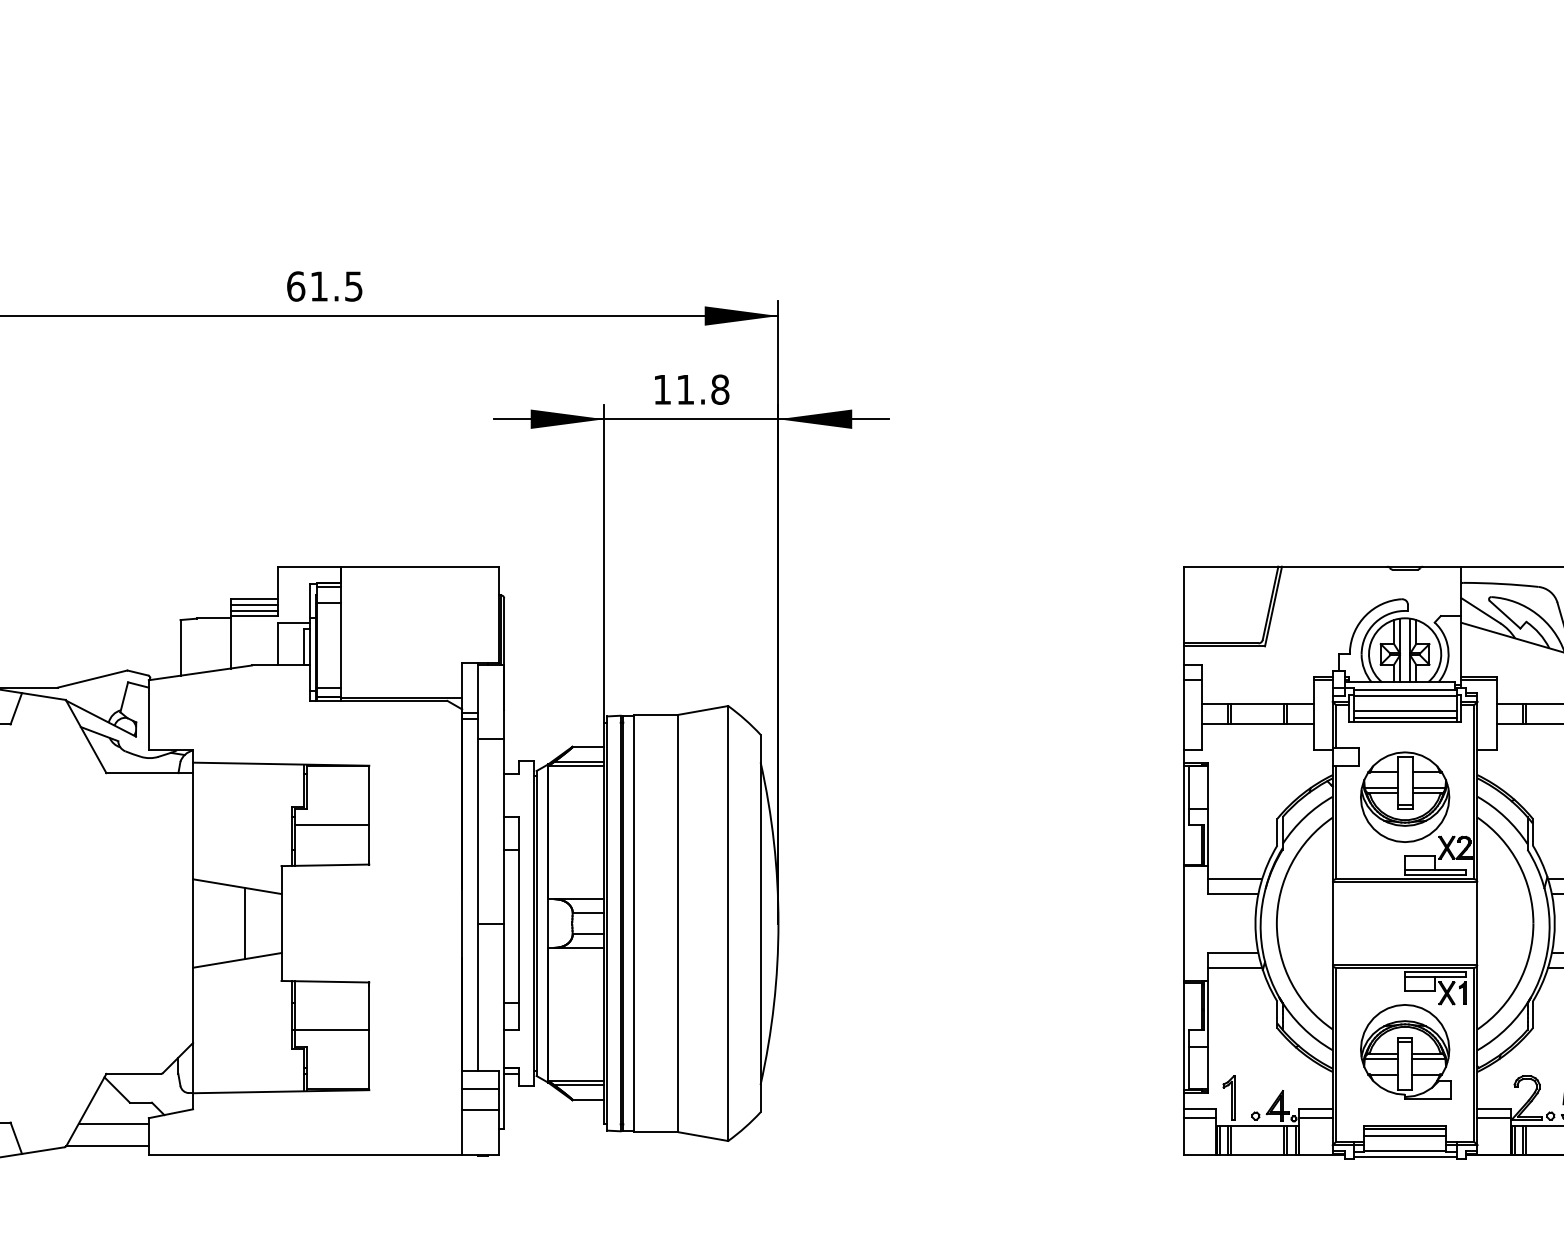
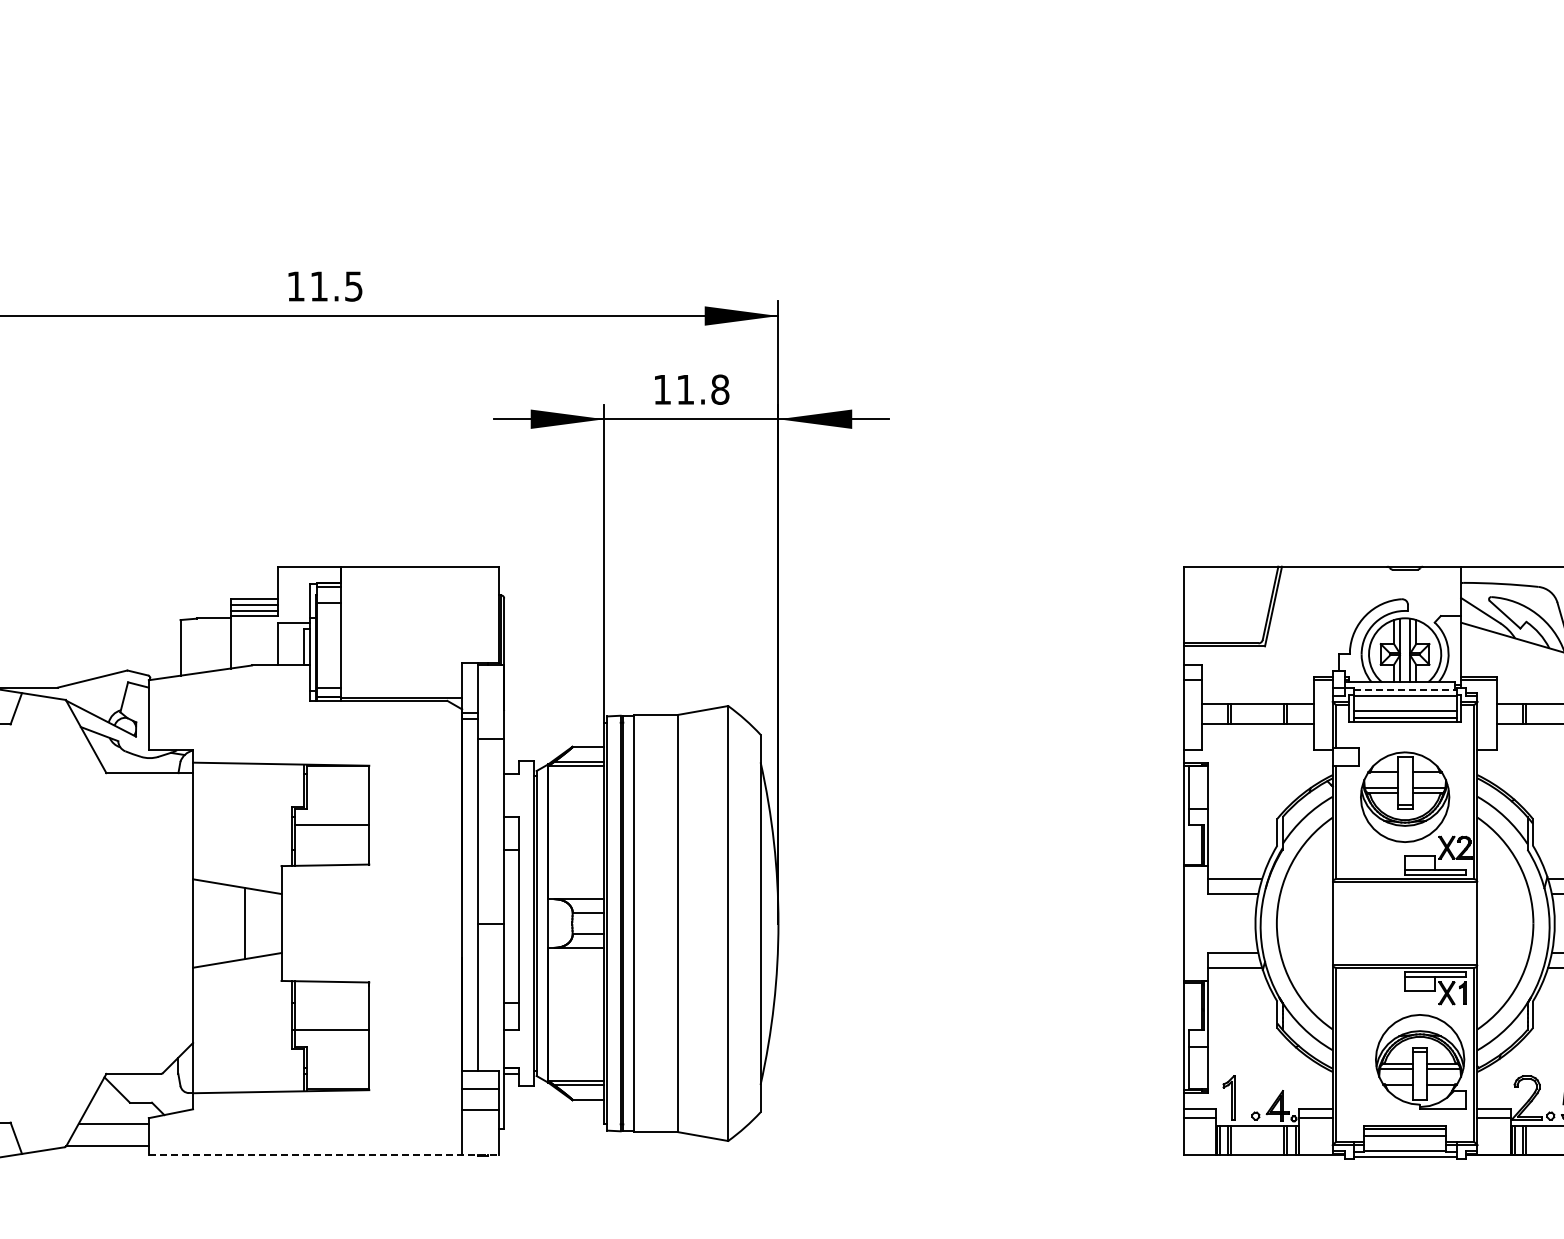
text at (296, 286): 61.5 -> 11.5
line at (1405, 689): solid -> dashed
part at (1405, 1051) position: (1405, 1051) -> (1420, 1061)
line at (324, 1155): solid -> dashed
